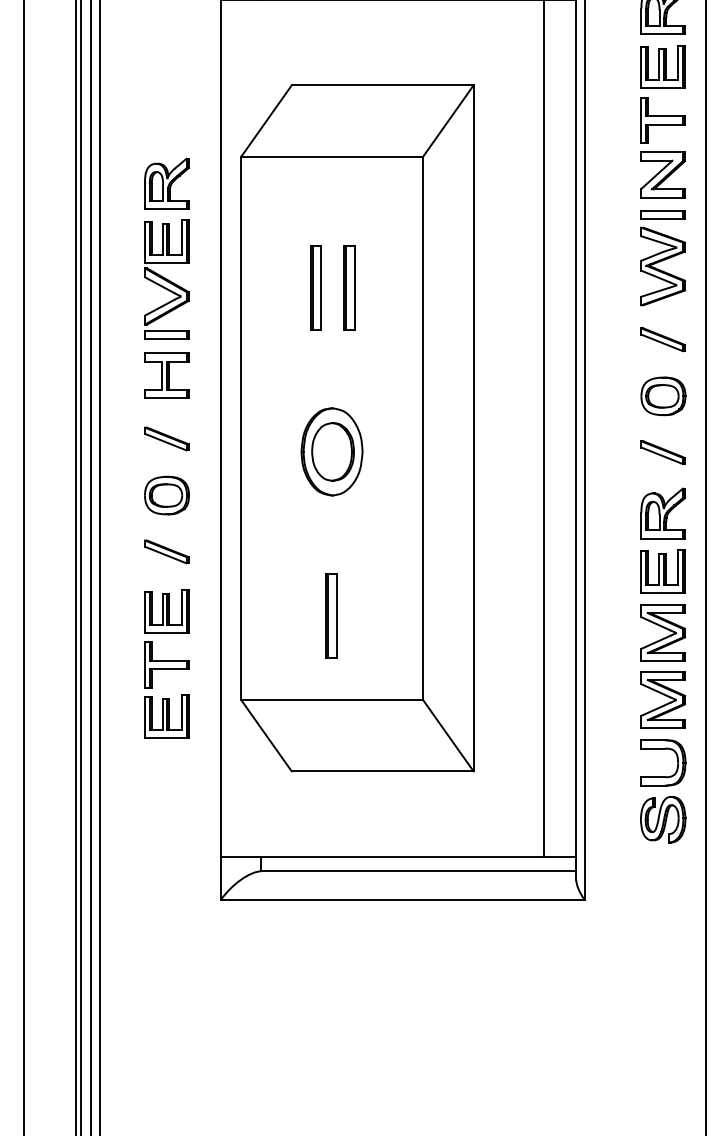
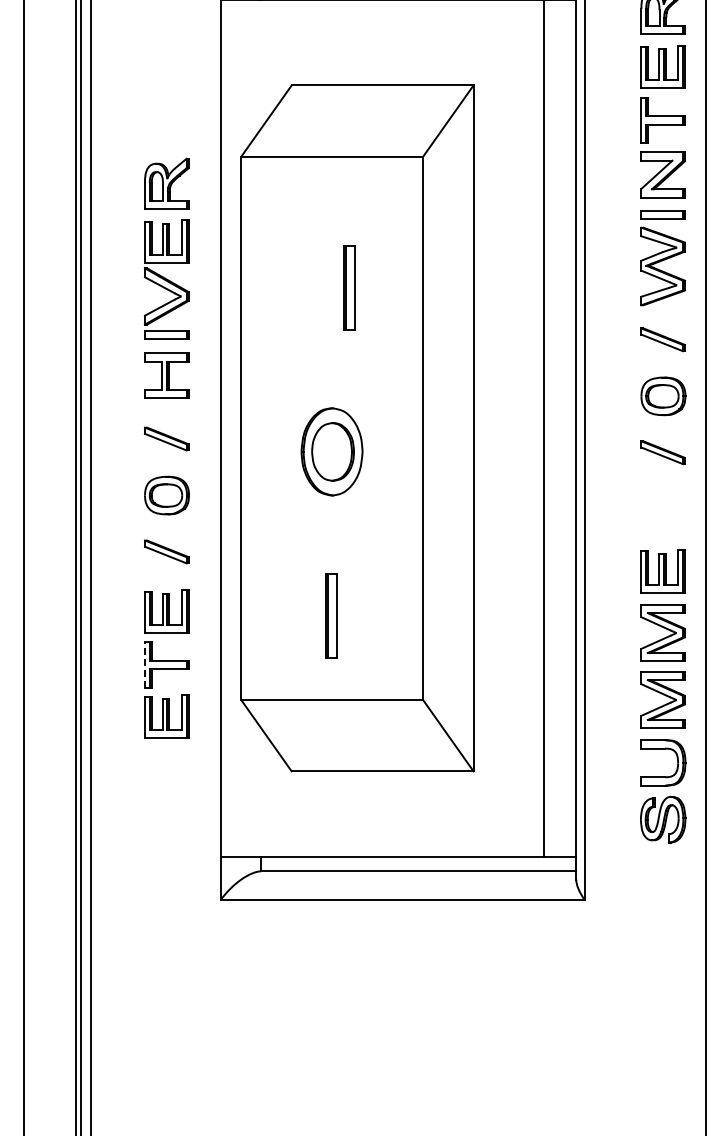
part at (315, 287): present -> none
part at (662, 513): present -> none
line at (99, 567): present -> none
line at (144, 665): solid -> dashed
